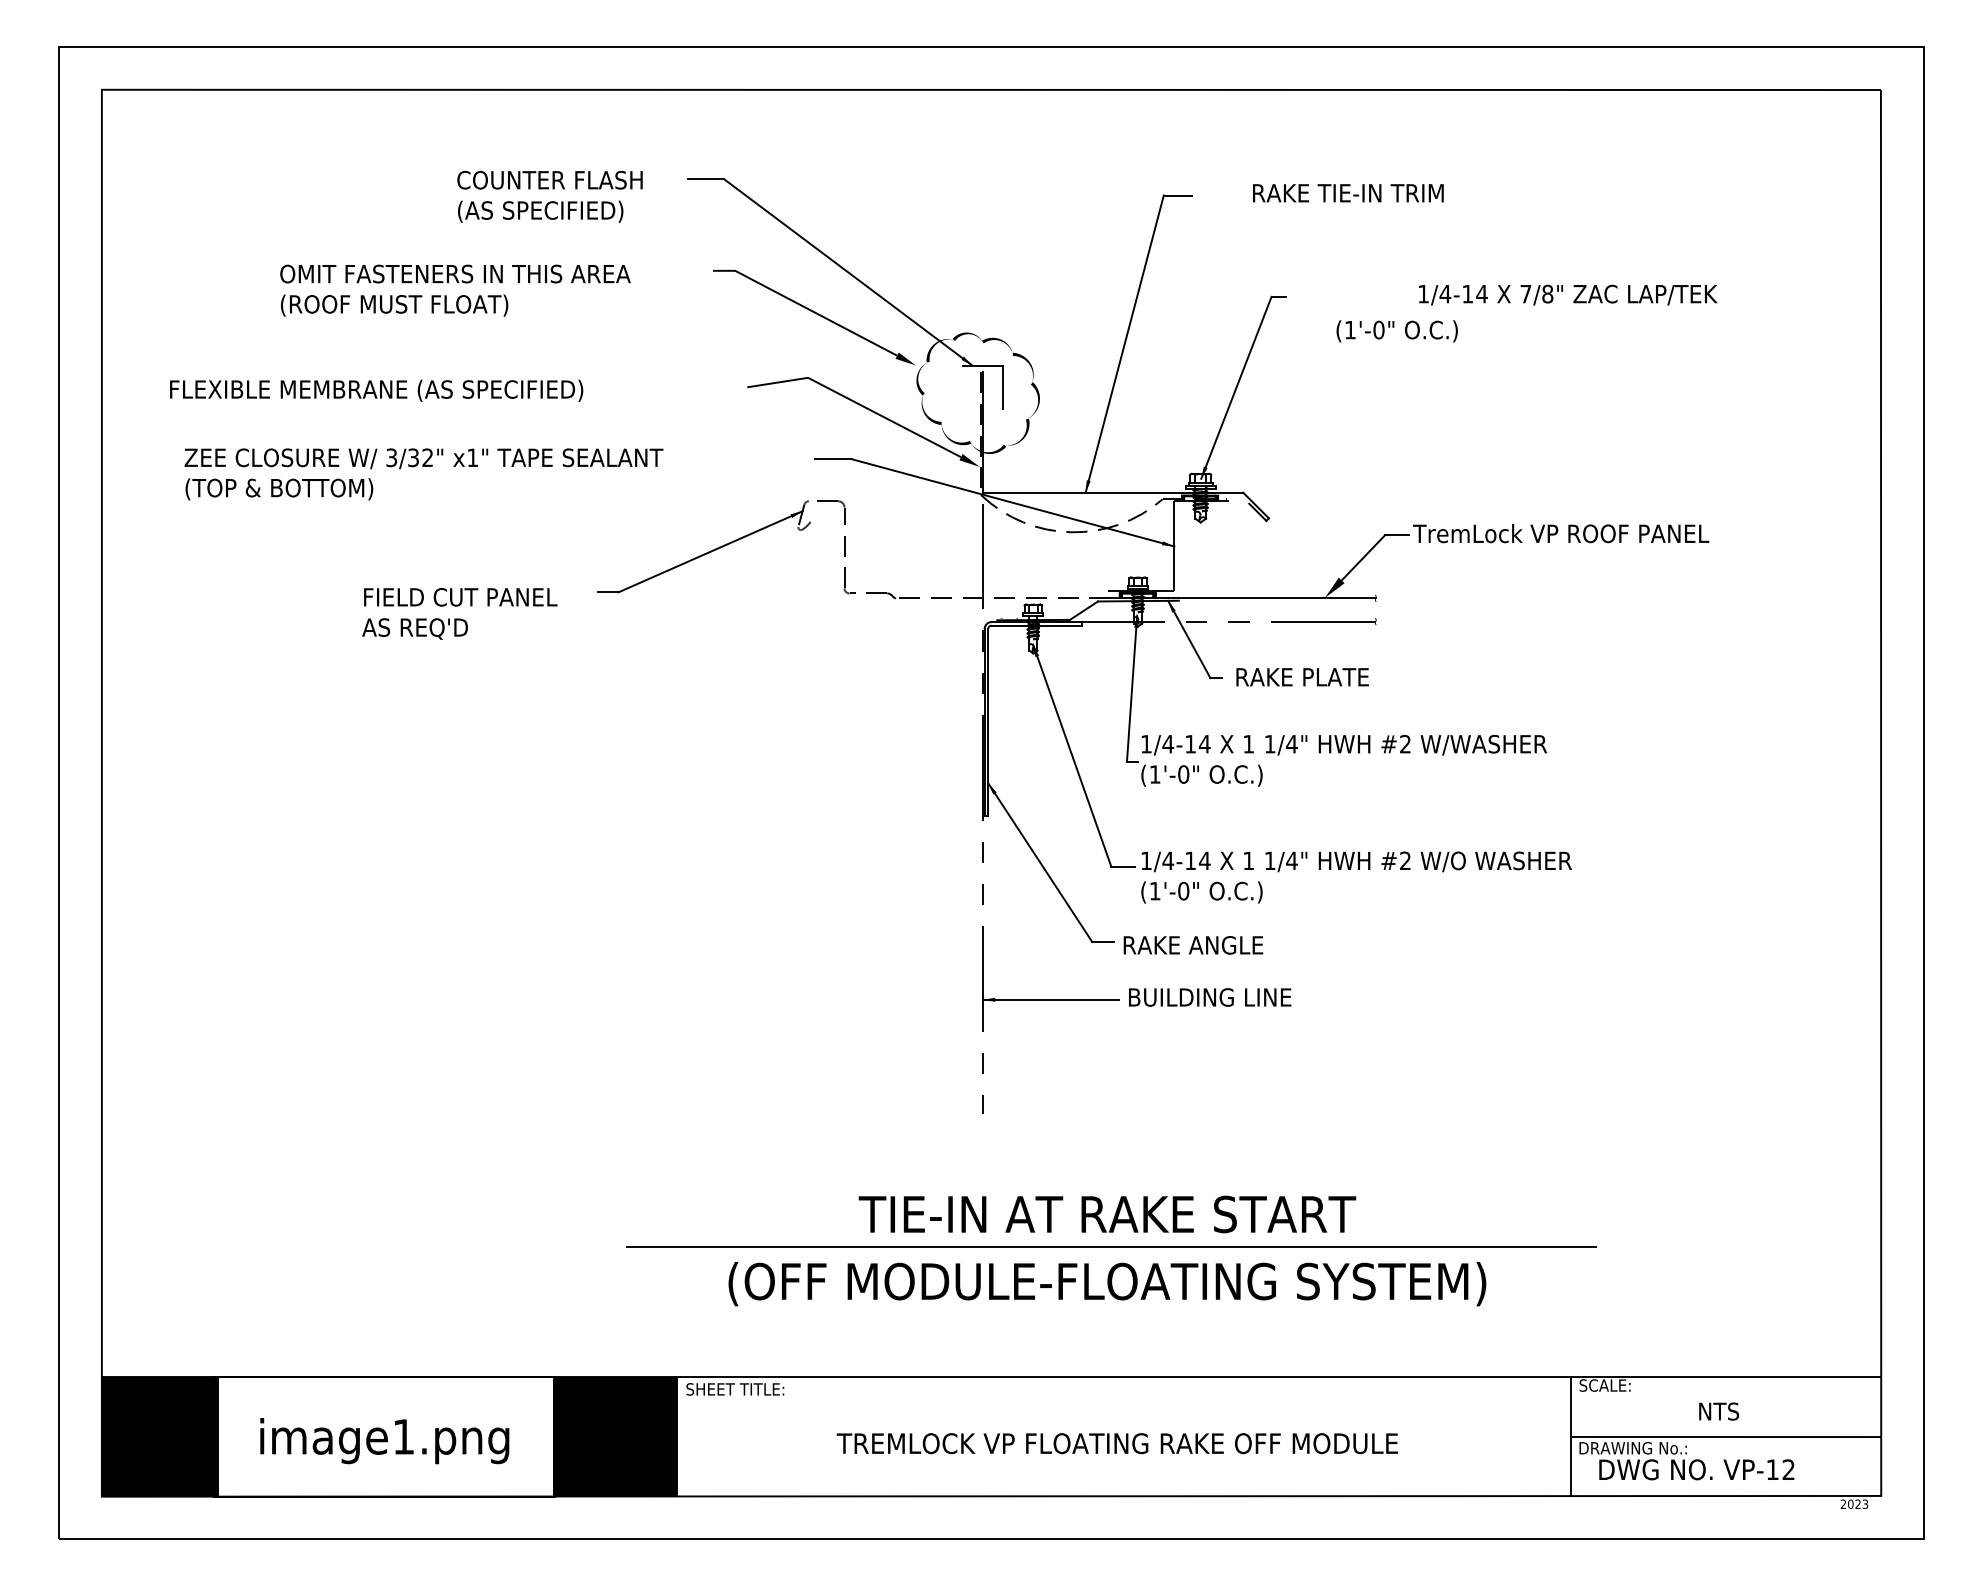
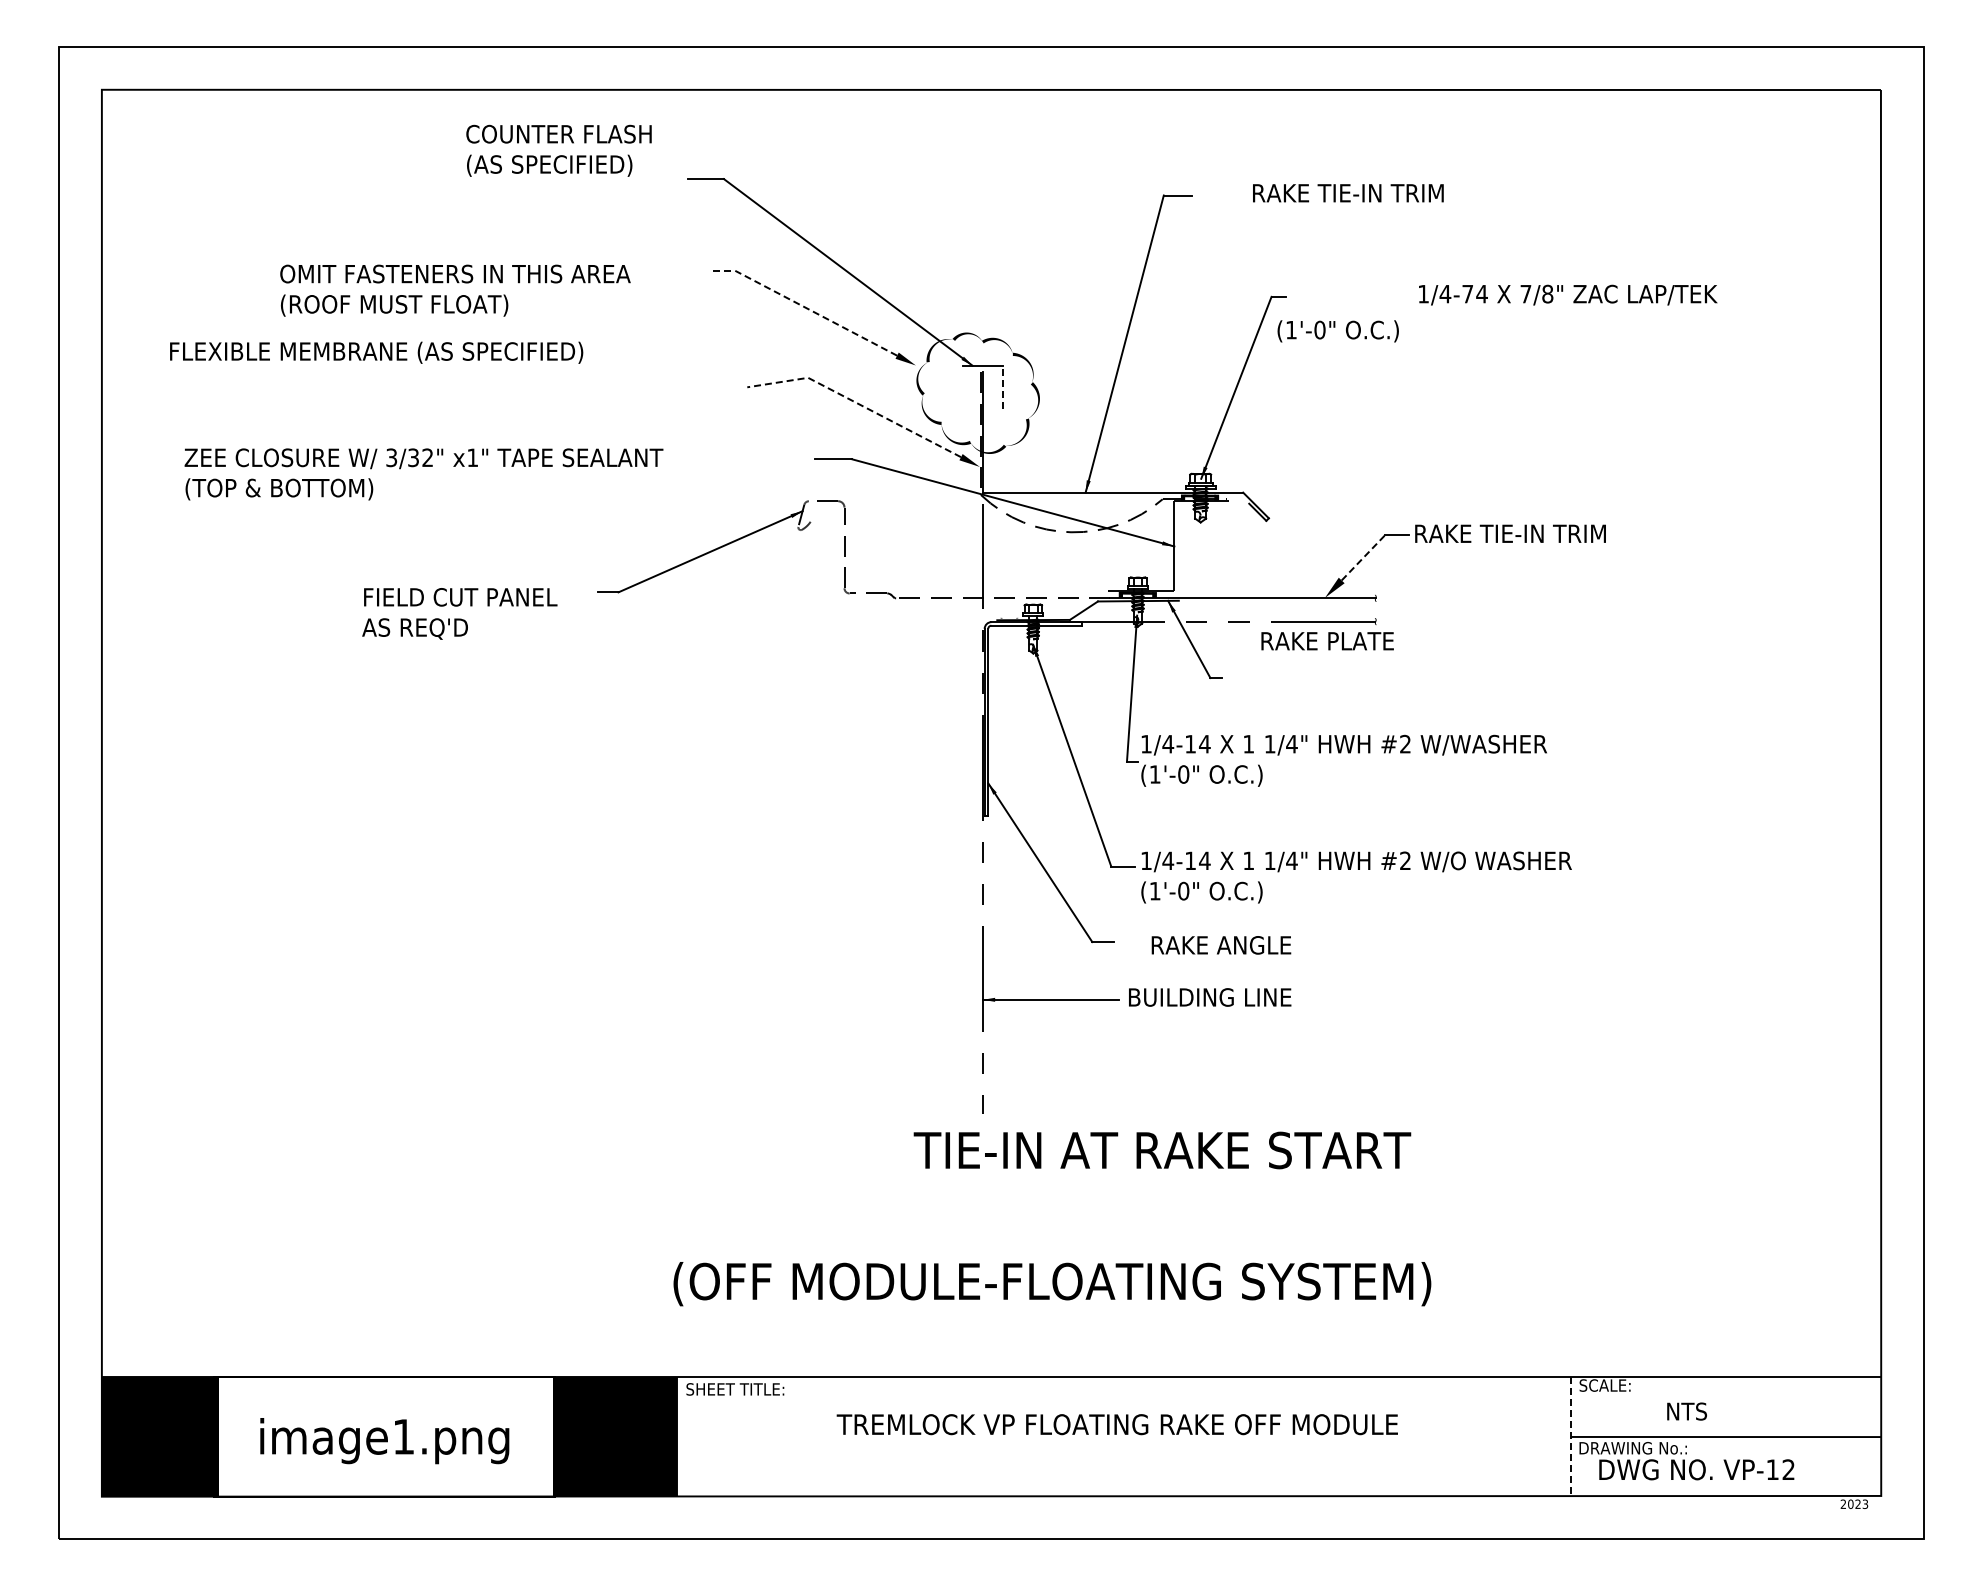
text at (549, 196) position: (549, 196) -> (558, 150)
text at (1467, 294): 1/4-14 -> 1/4-74
line at (805, 307): solid -> dashed
text at (1396, 331) position: (1396, 331) -> (1337, 331)
line at (1003, 387): solid -> dashed
text at (376, 390) position: (376, 390) -> (376, 352)
line at (856, 403): solid -> dashed
text at (1561, 533): TremLock VP ROOF PANEL -> RAKE TIE-IN TRIM
line at (1363, 557): solid -> dashed
text at (1302, 677) position: (1302, 677) -> (1327, 641)
text at (1193, 945) position: (1193, 945) -> (1221, 945)
text at (1107, 1214) position: (1107, 1214) -> (1162, 1150)
line at (1110, 1247): present -> none
text at (1107, 1284) position: (1107, 1284) -> (1052, 1284)
text at (1718, 1411) position: (1718, 1411) -> (1686, 1411)
line at (1571, 1436): solid -> dashed
text at (1116, 1443) position: (1116, 1443) -> (1116, 1424)
